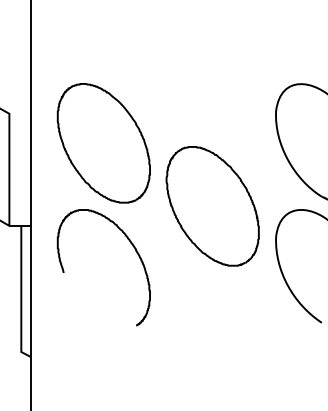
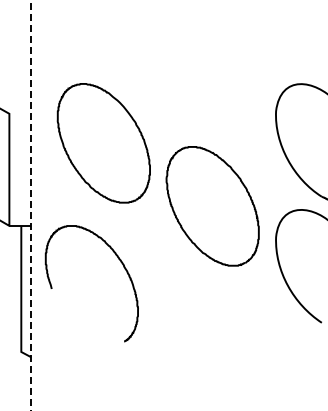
line at (31, 205): solid -> dashed
curve at (135, 251) position: (135, 251) -> (123, 267)
